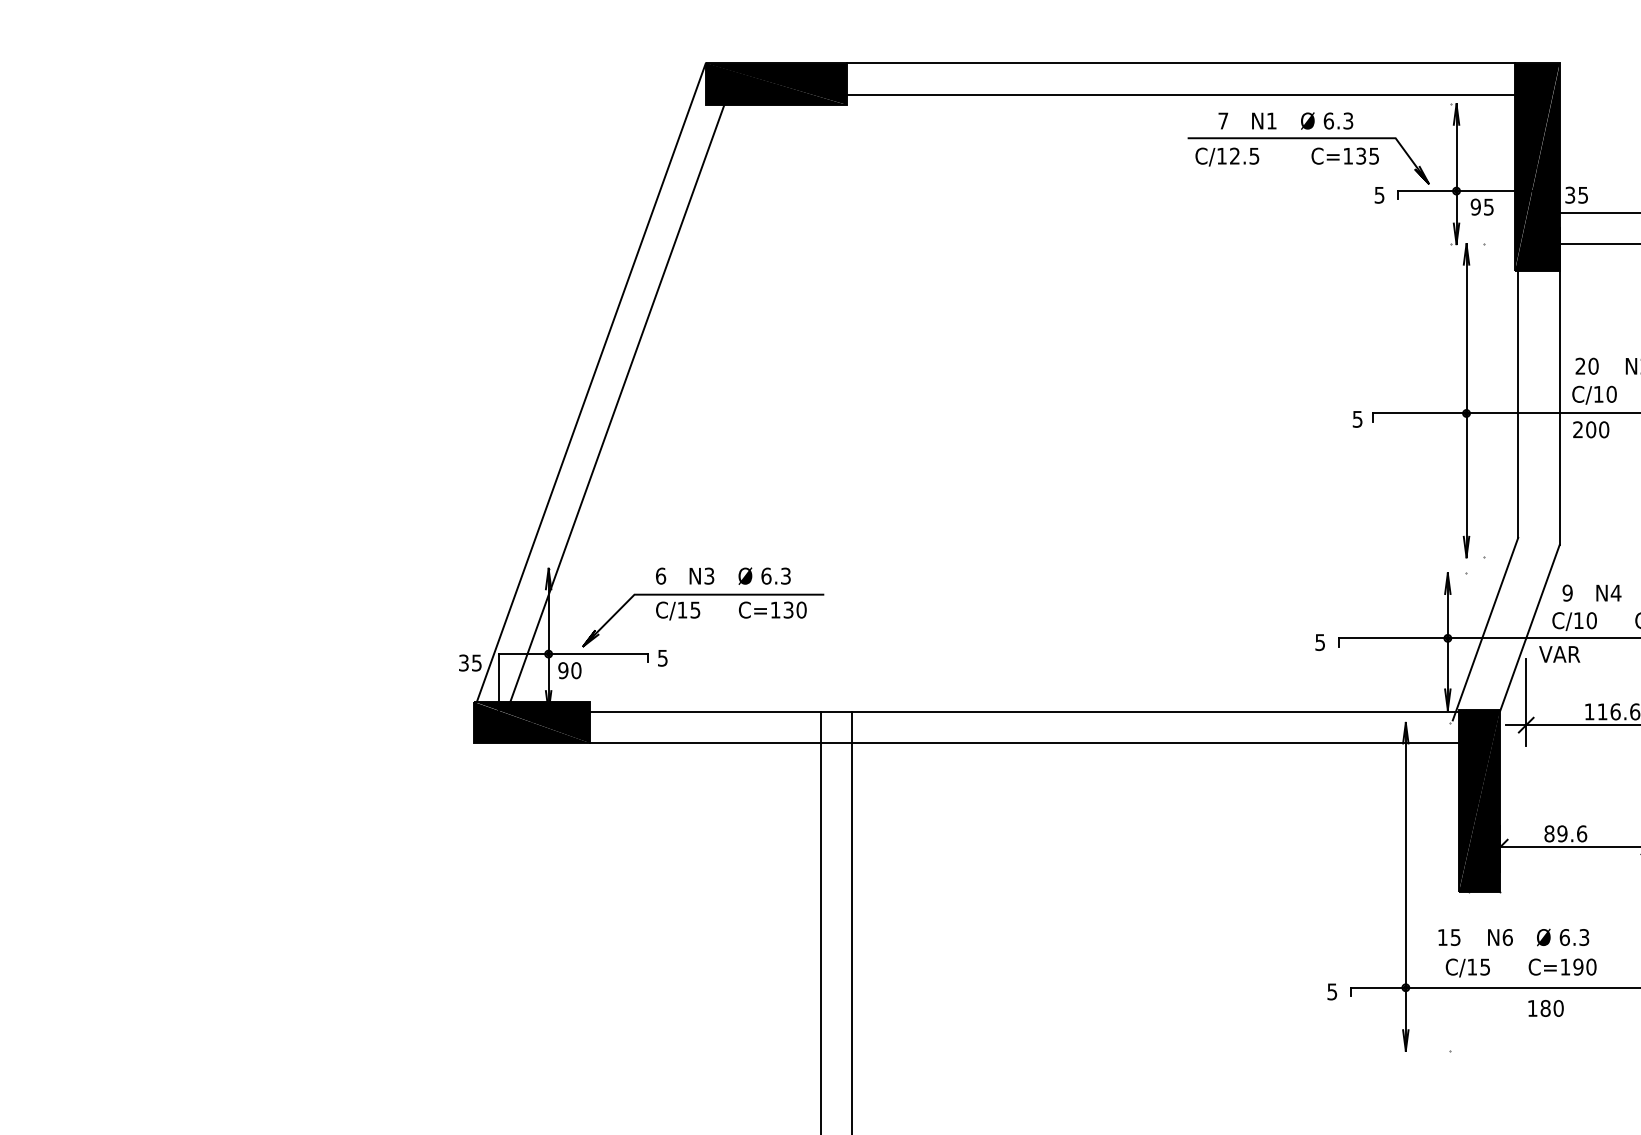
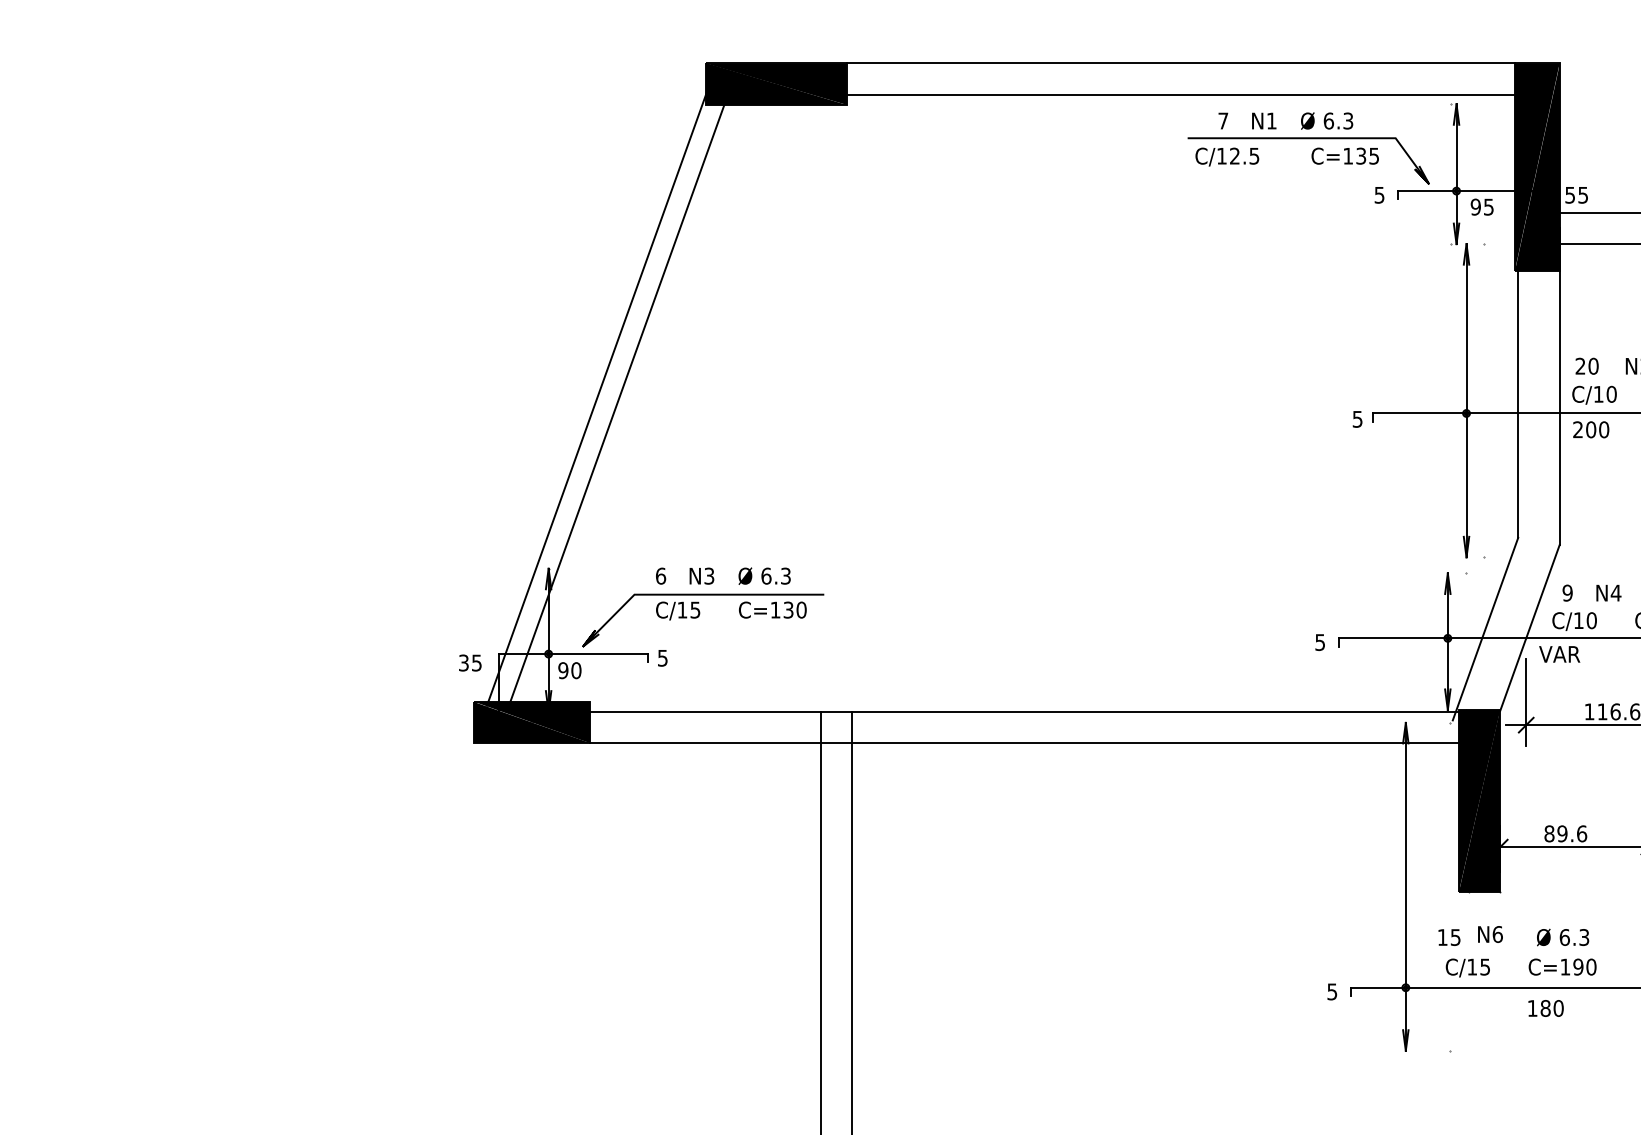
text at (1570, 194): 35 -> 55
line at (590, 382) position: (590, 382) -> (600, 386)
text at (1500, 937) position: (1500, 937) -> (1490, 934)
